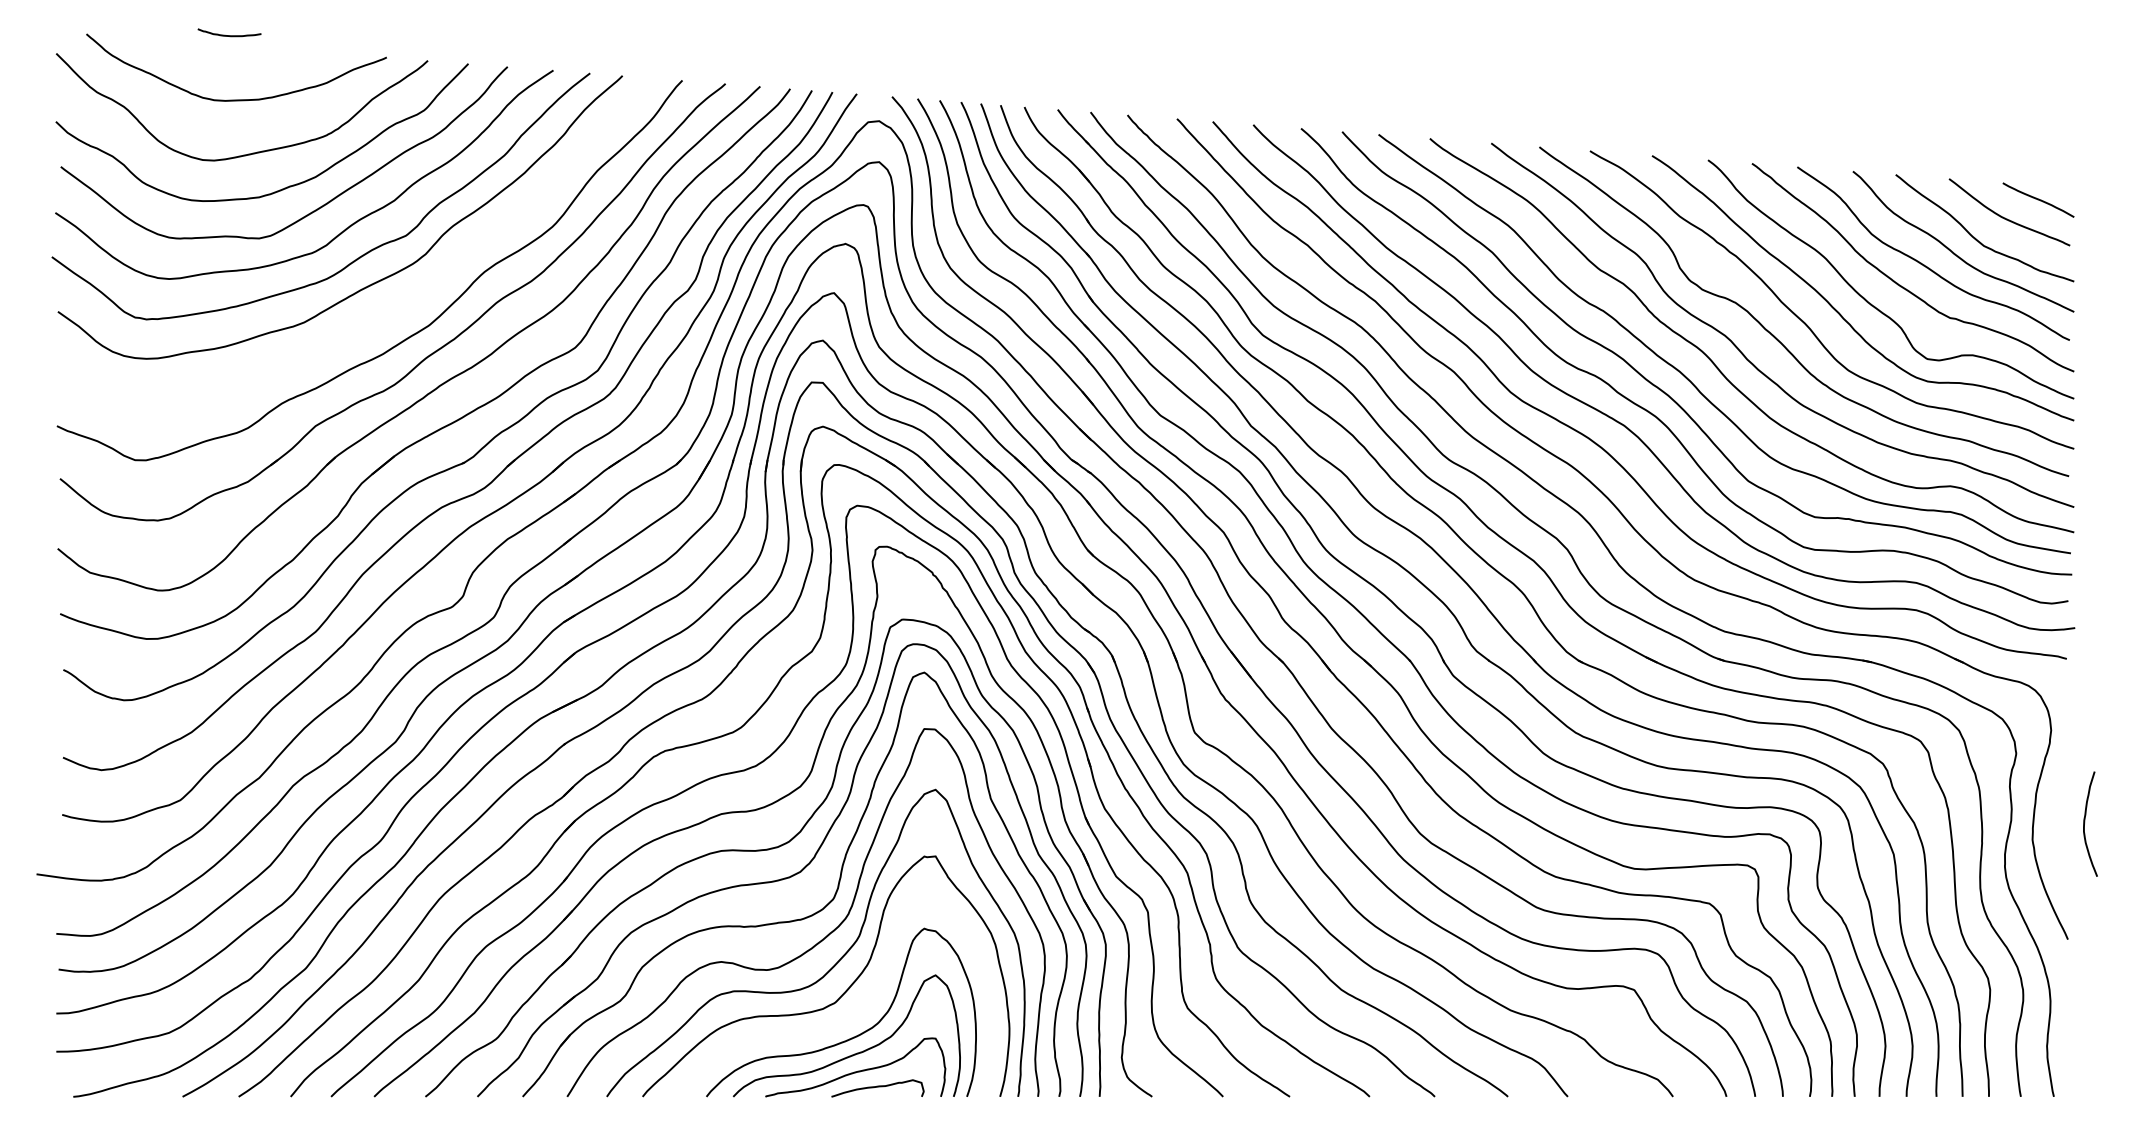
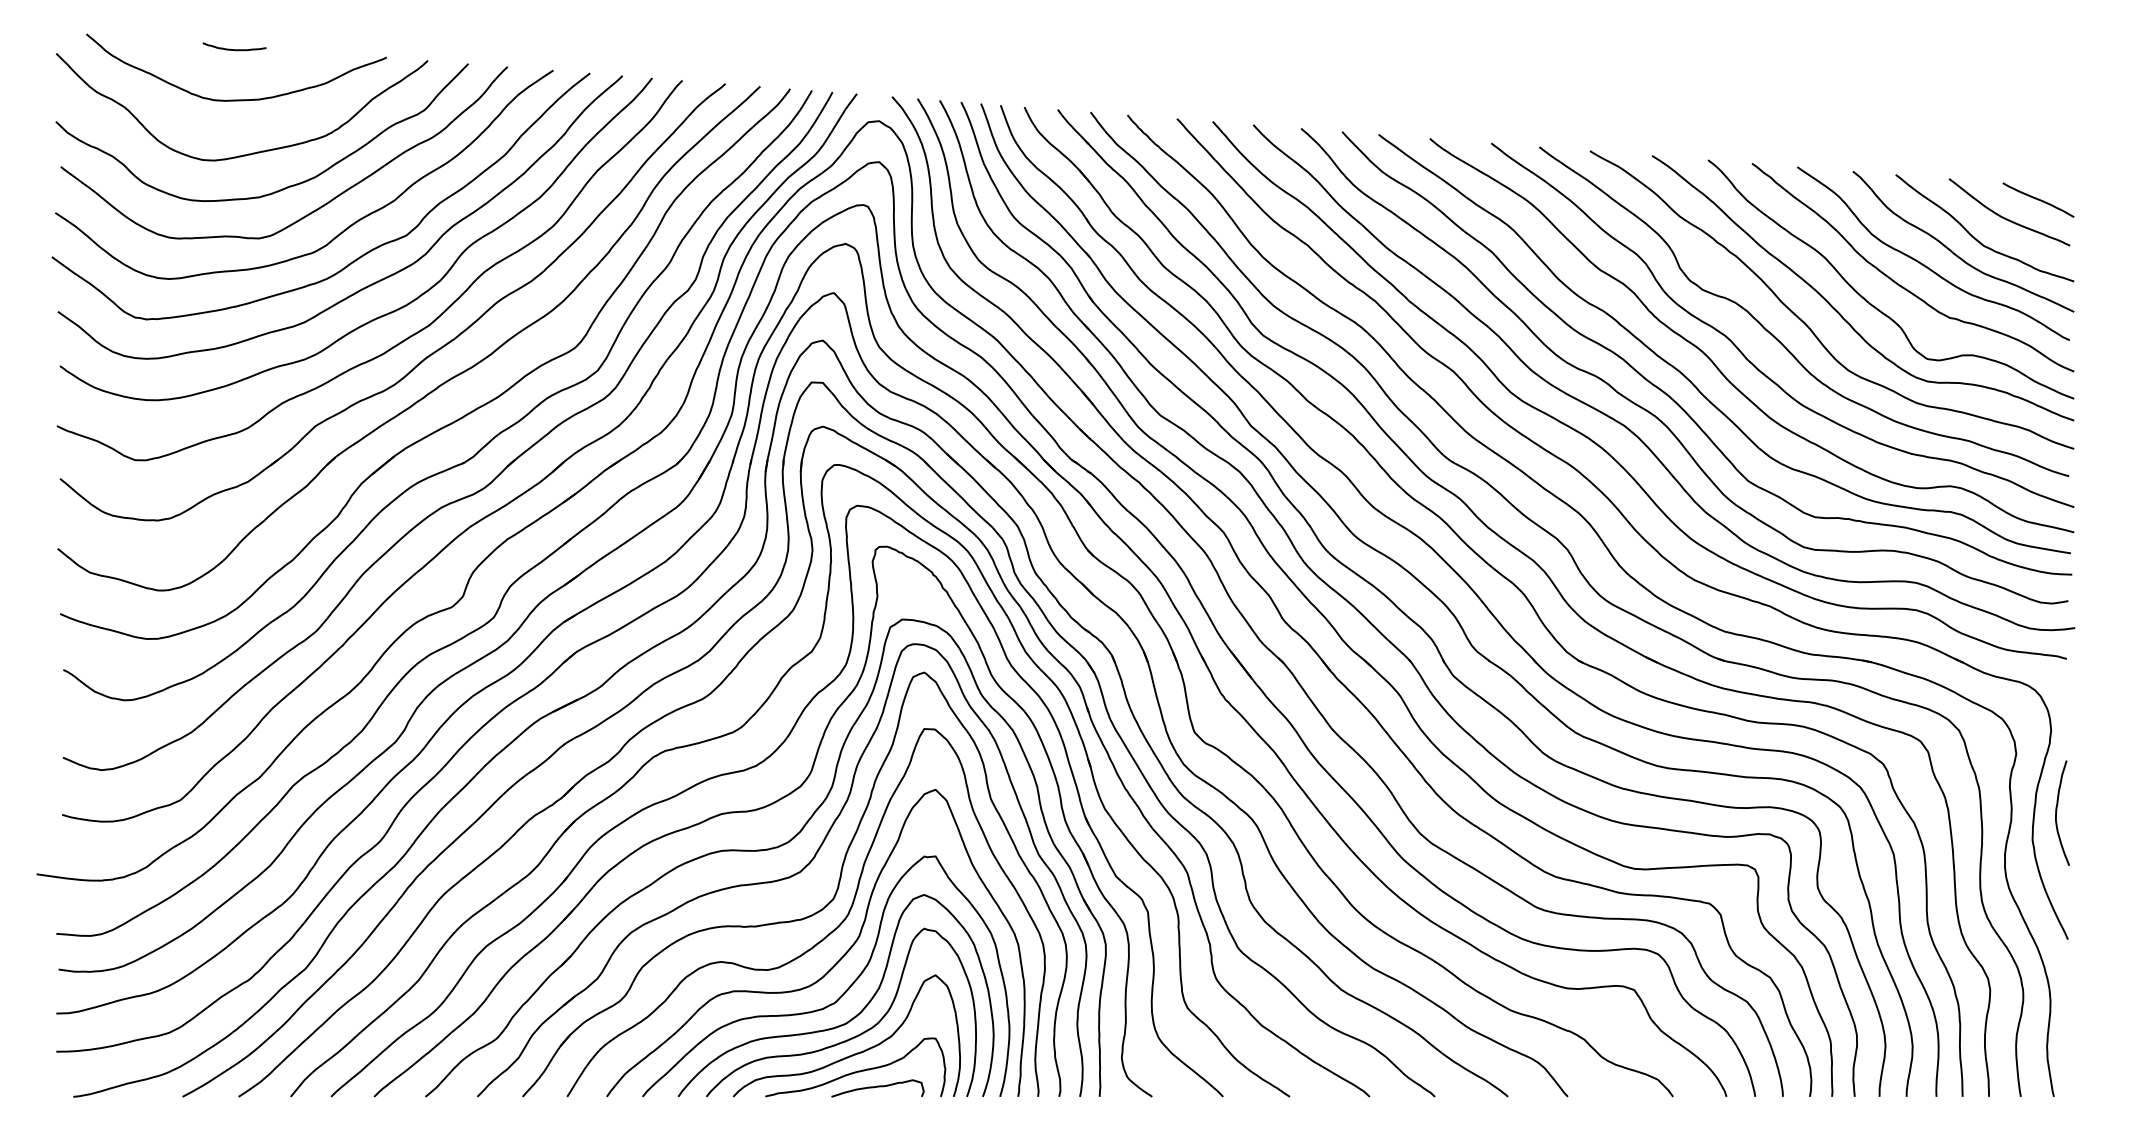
curve at (229, 35) position: (229, 35) -> (234, 49)
curve at (390, 311): none -> present
curve at (2085, 822) position: (2085, 822) -> (2057, 811)
curve at (852, 1017): none -> present
